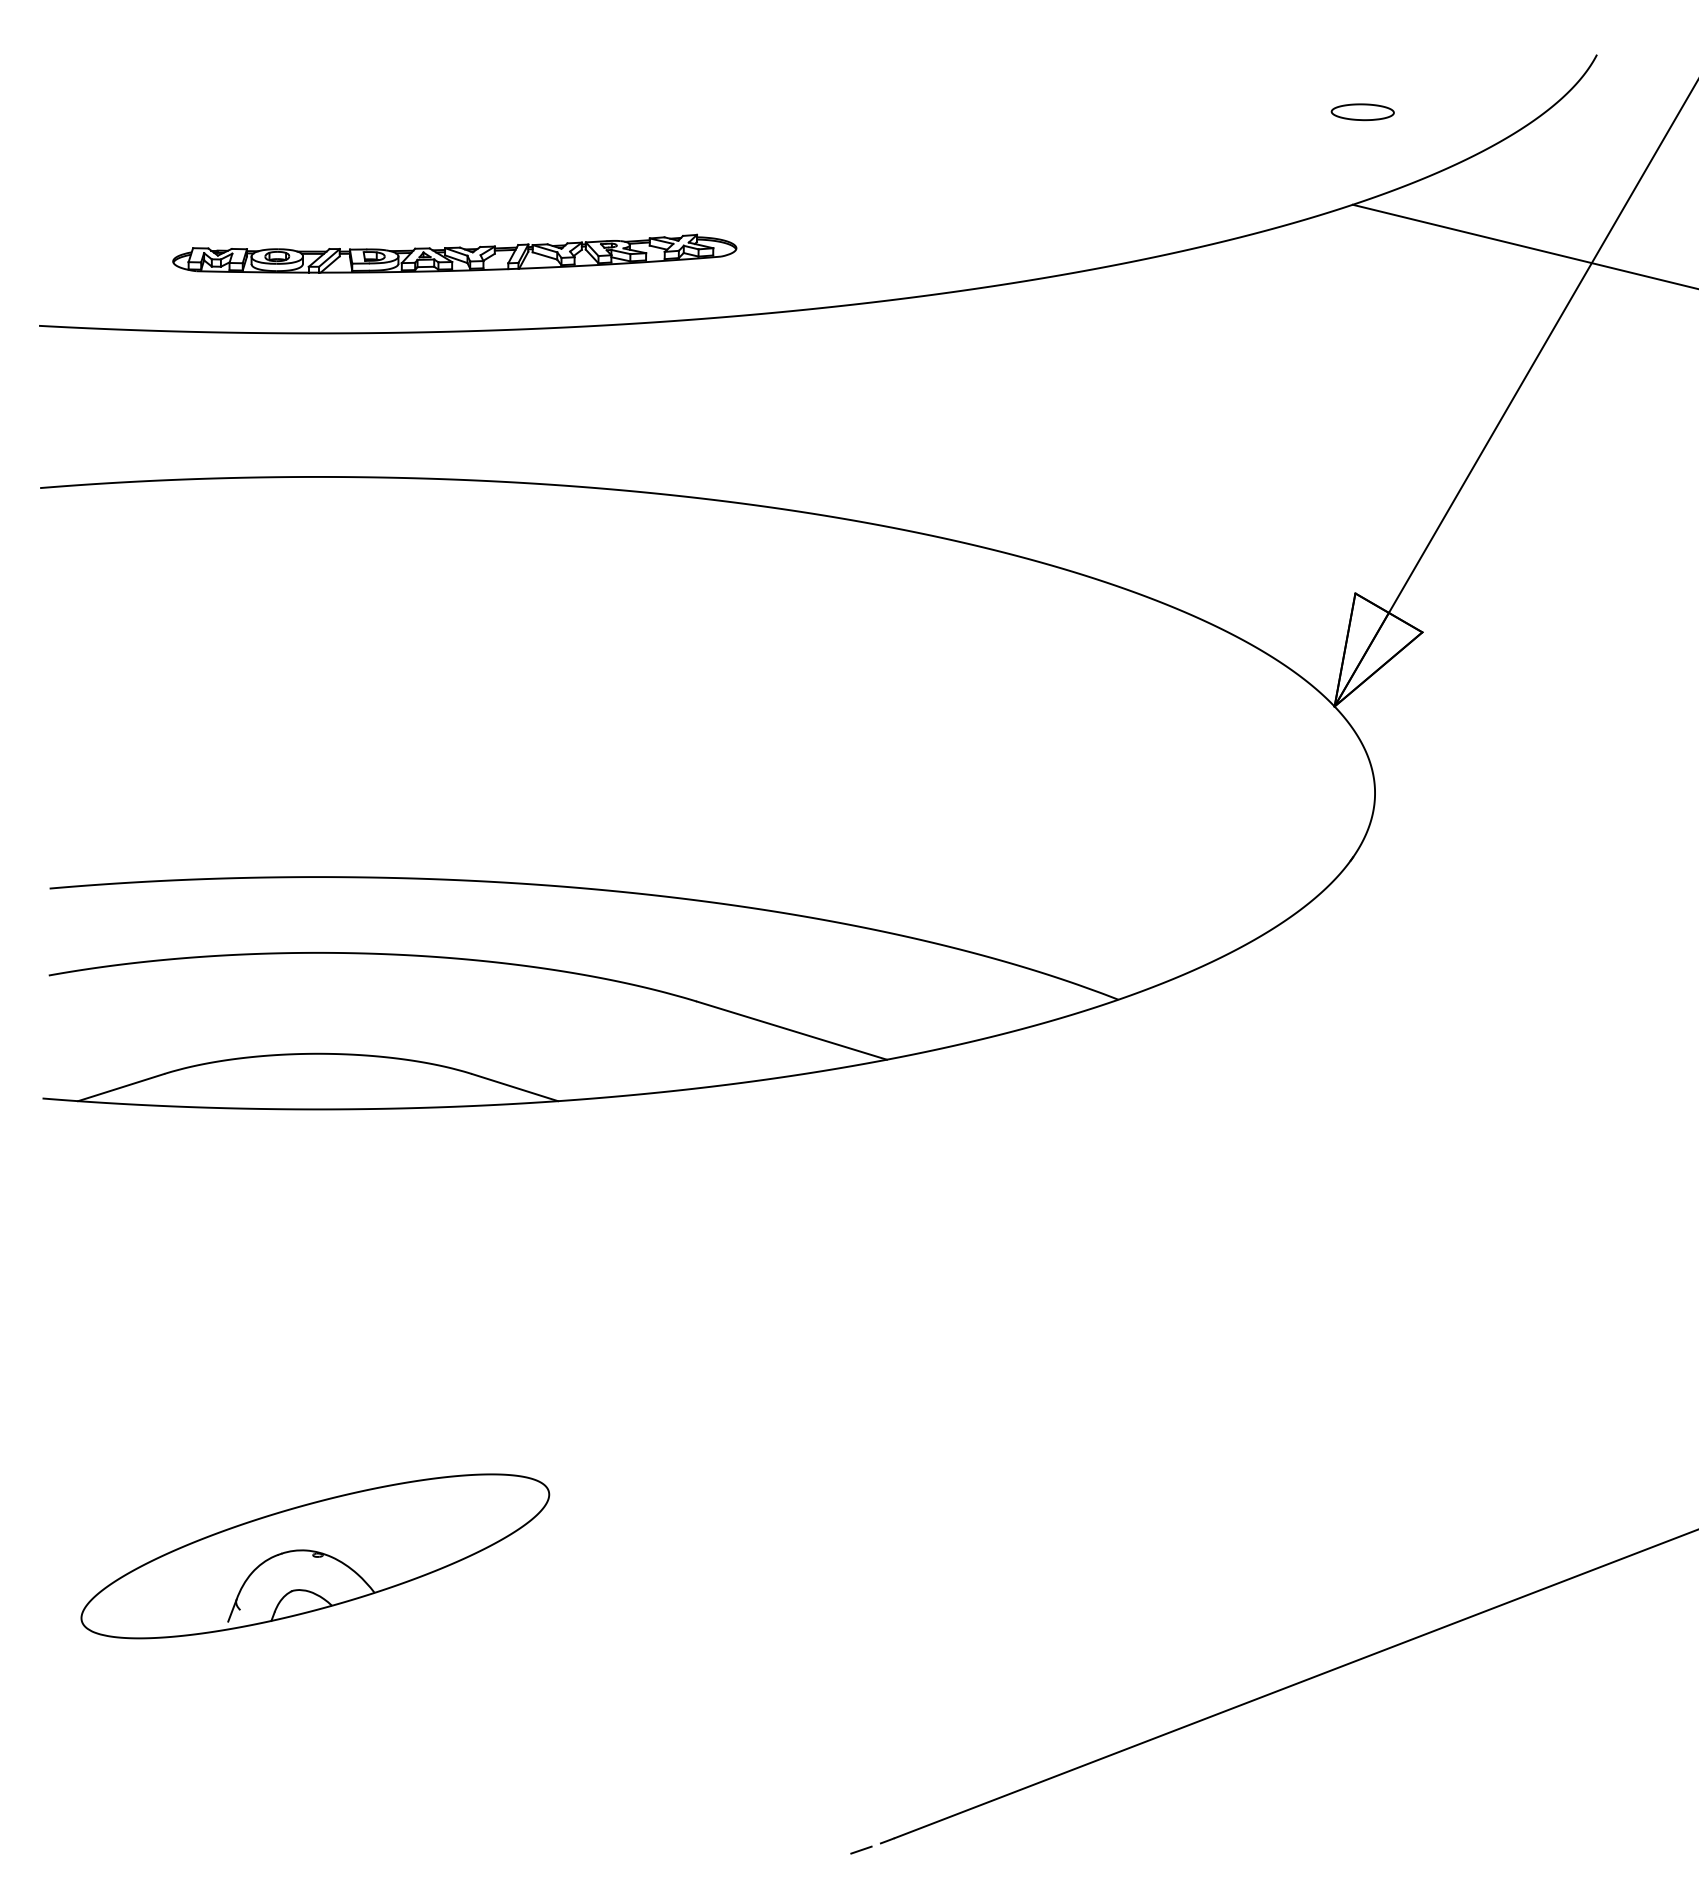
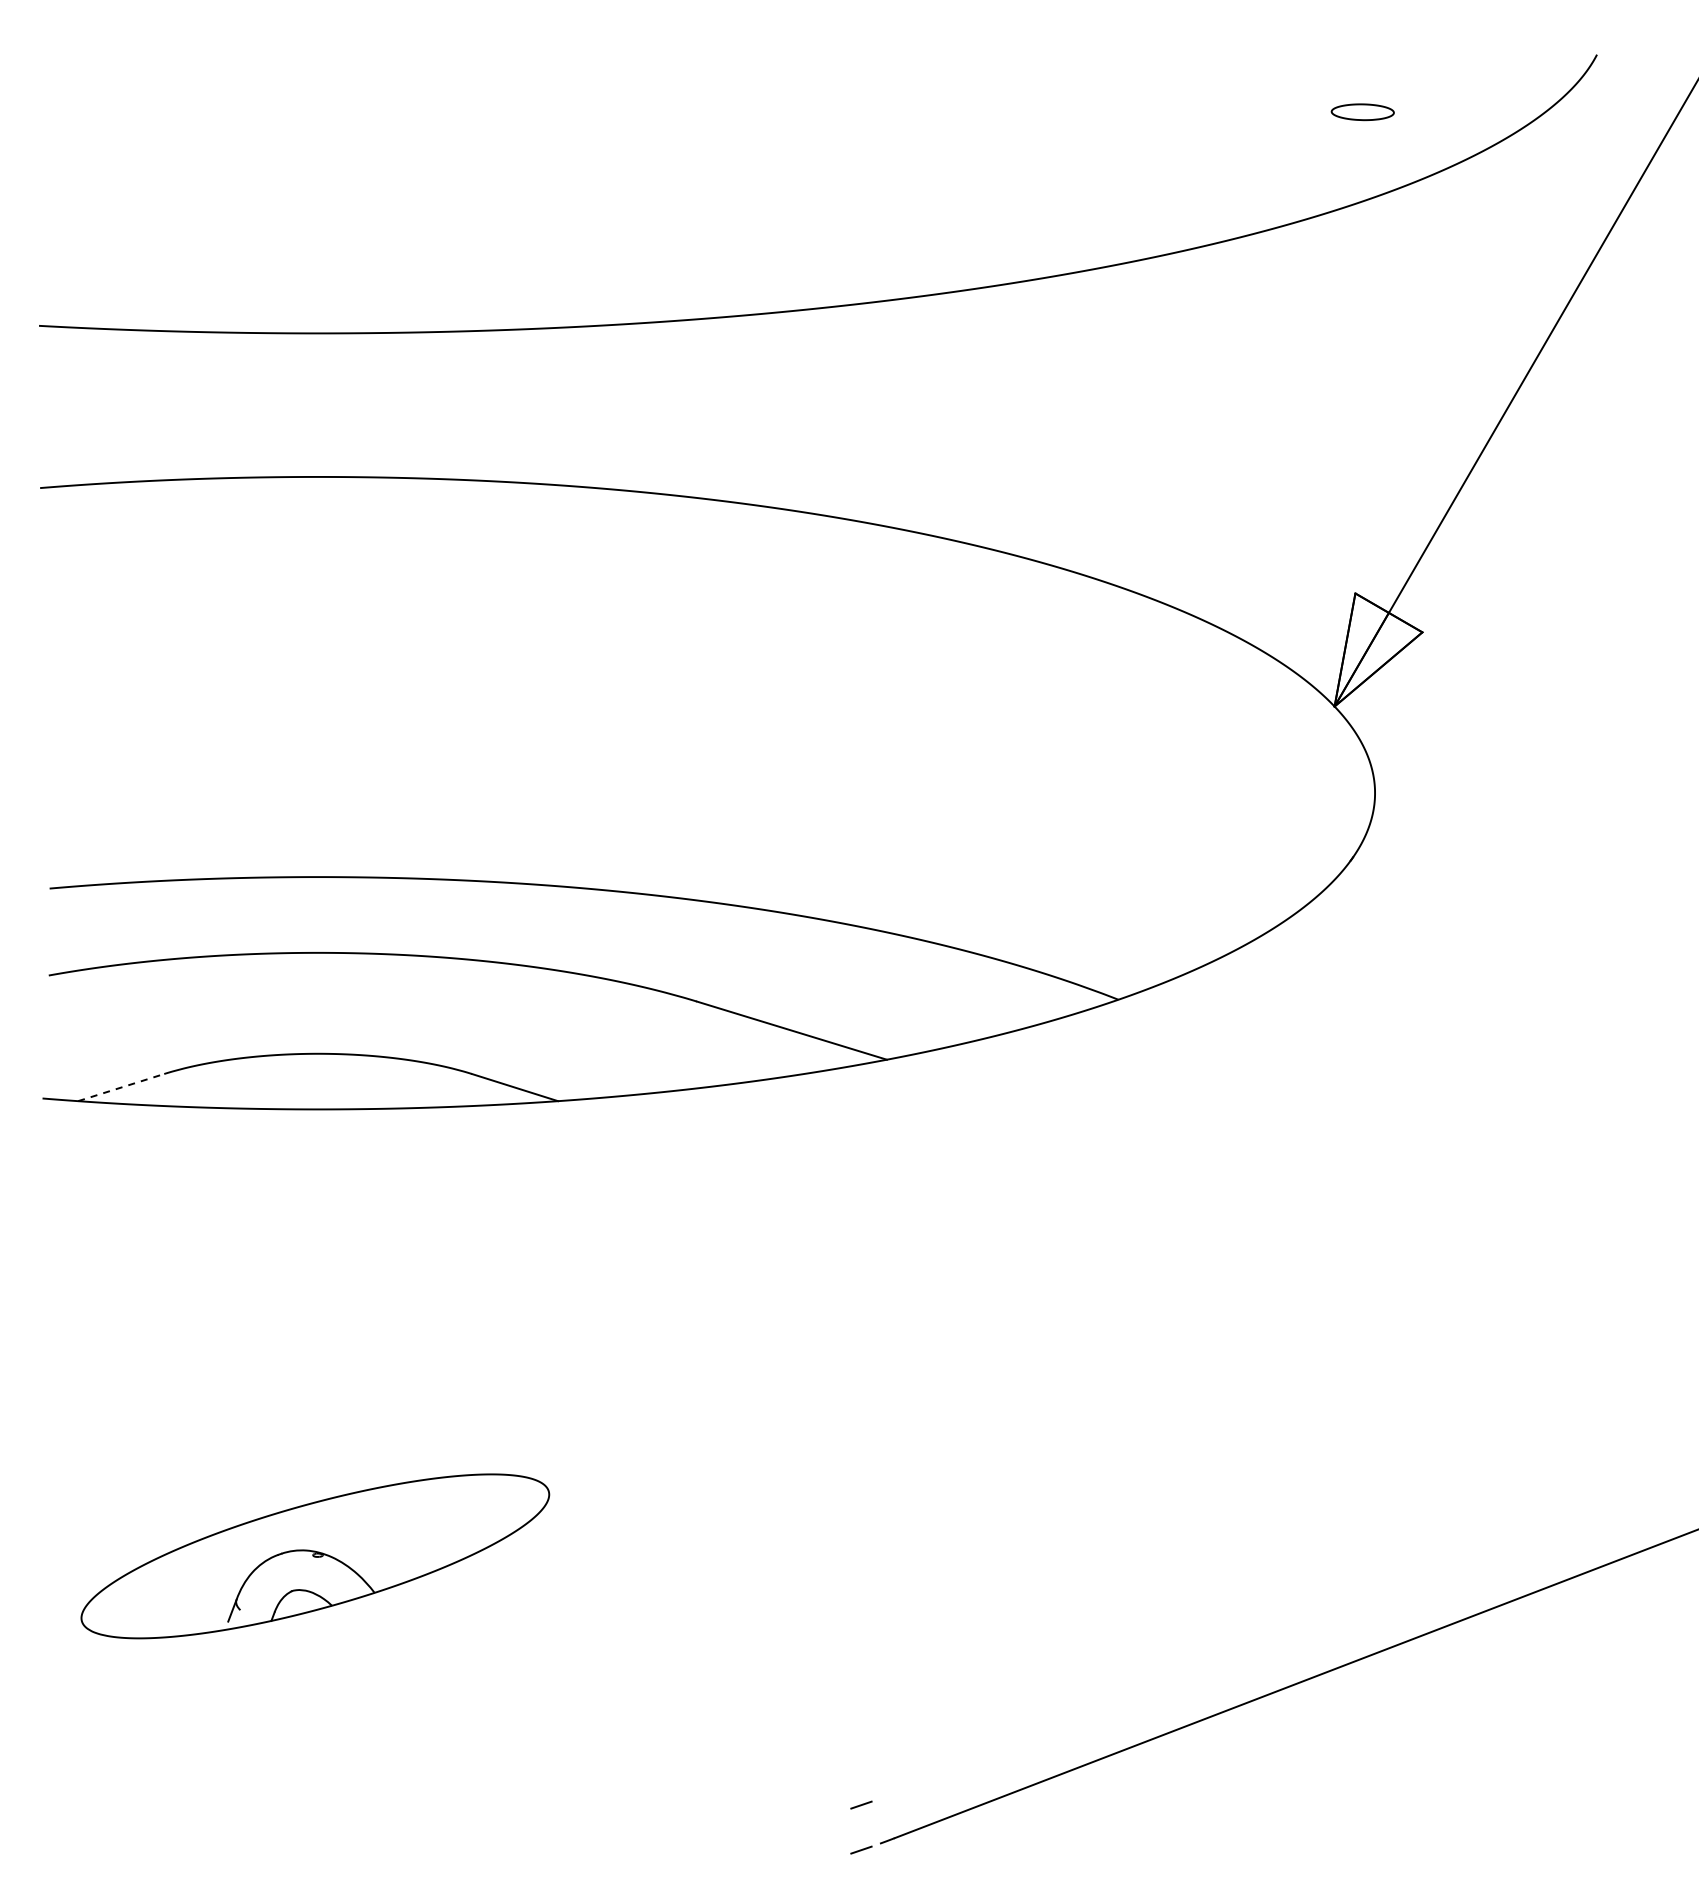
line at (1523, 246): present -> none
part at (454, 253): present -> none
line at (121, 1087): solid -> dashed
line at (861, 1804): none -> present
